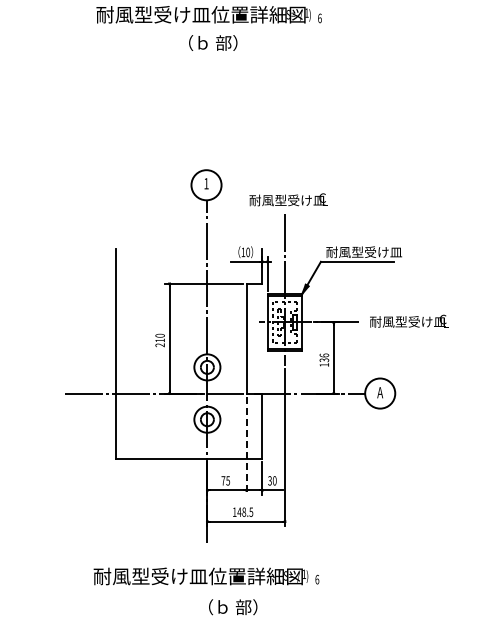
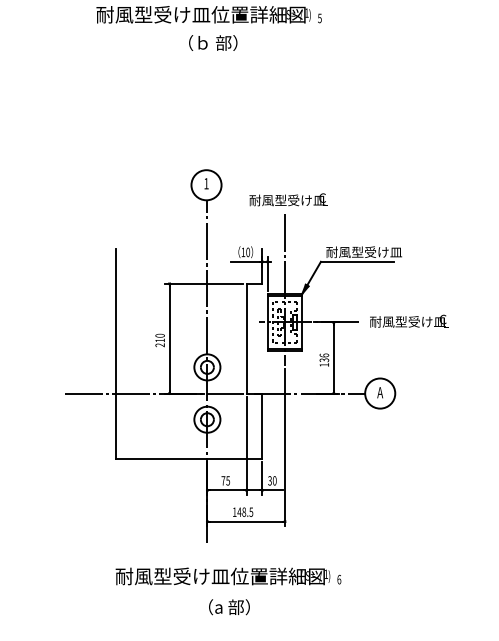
text at (319, 18): 6 -> 5
line at (246, 446): dashed -> solid
text at (206, 576) position: (206, 576) -> (228, 576)
text at (236, 607): （ｂ 部） -> （a 部）
